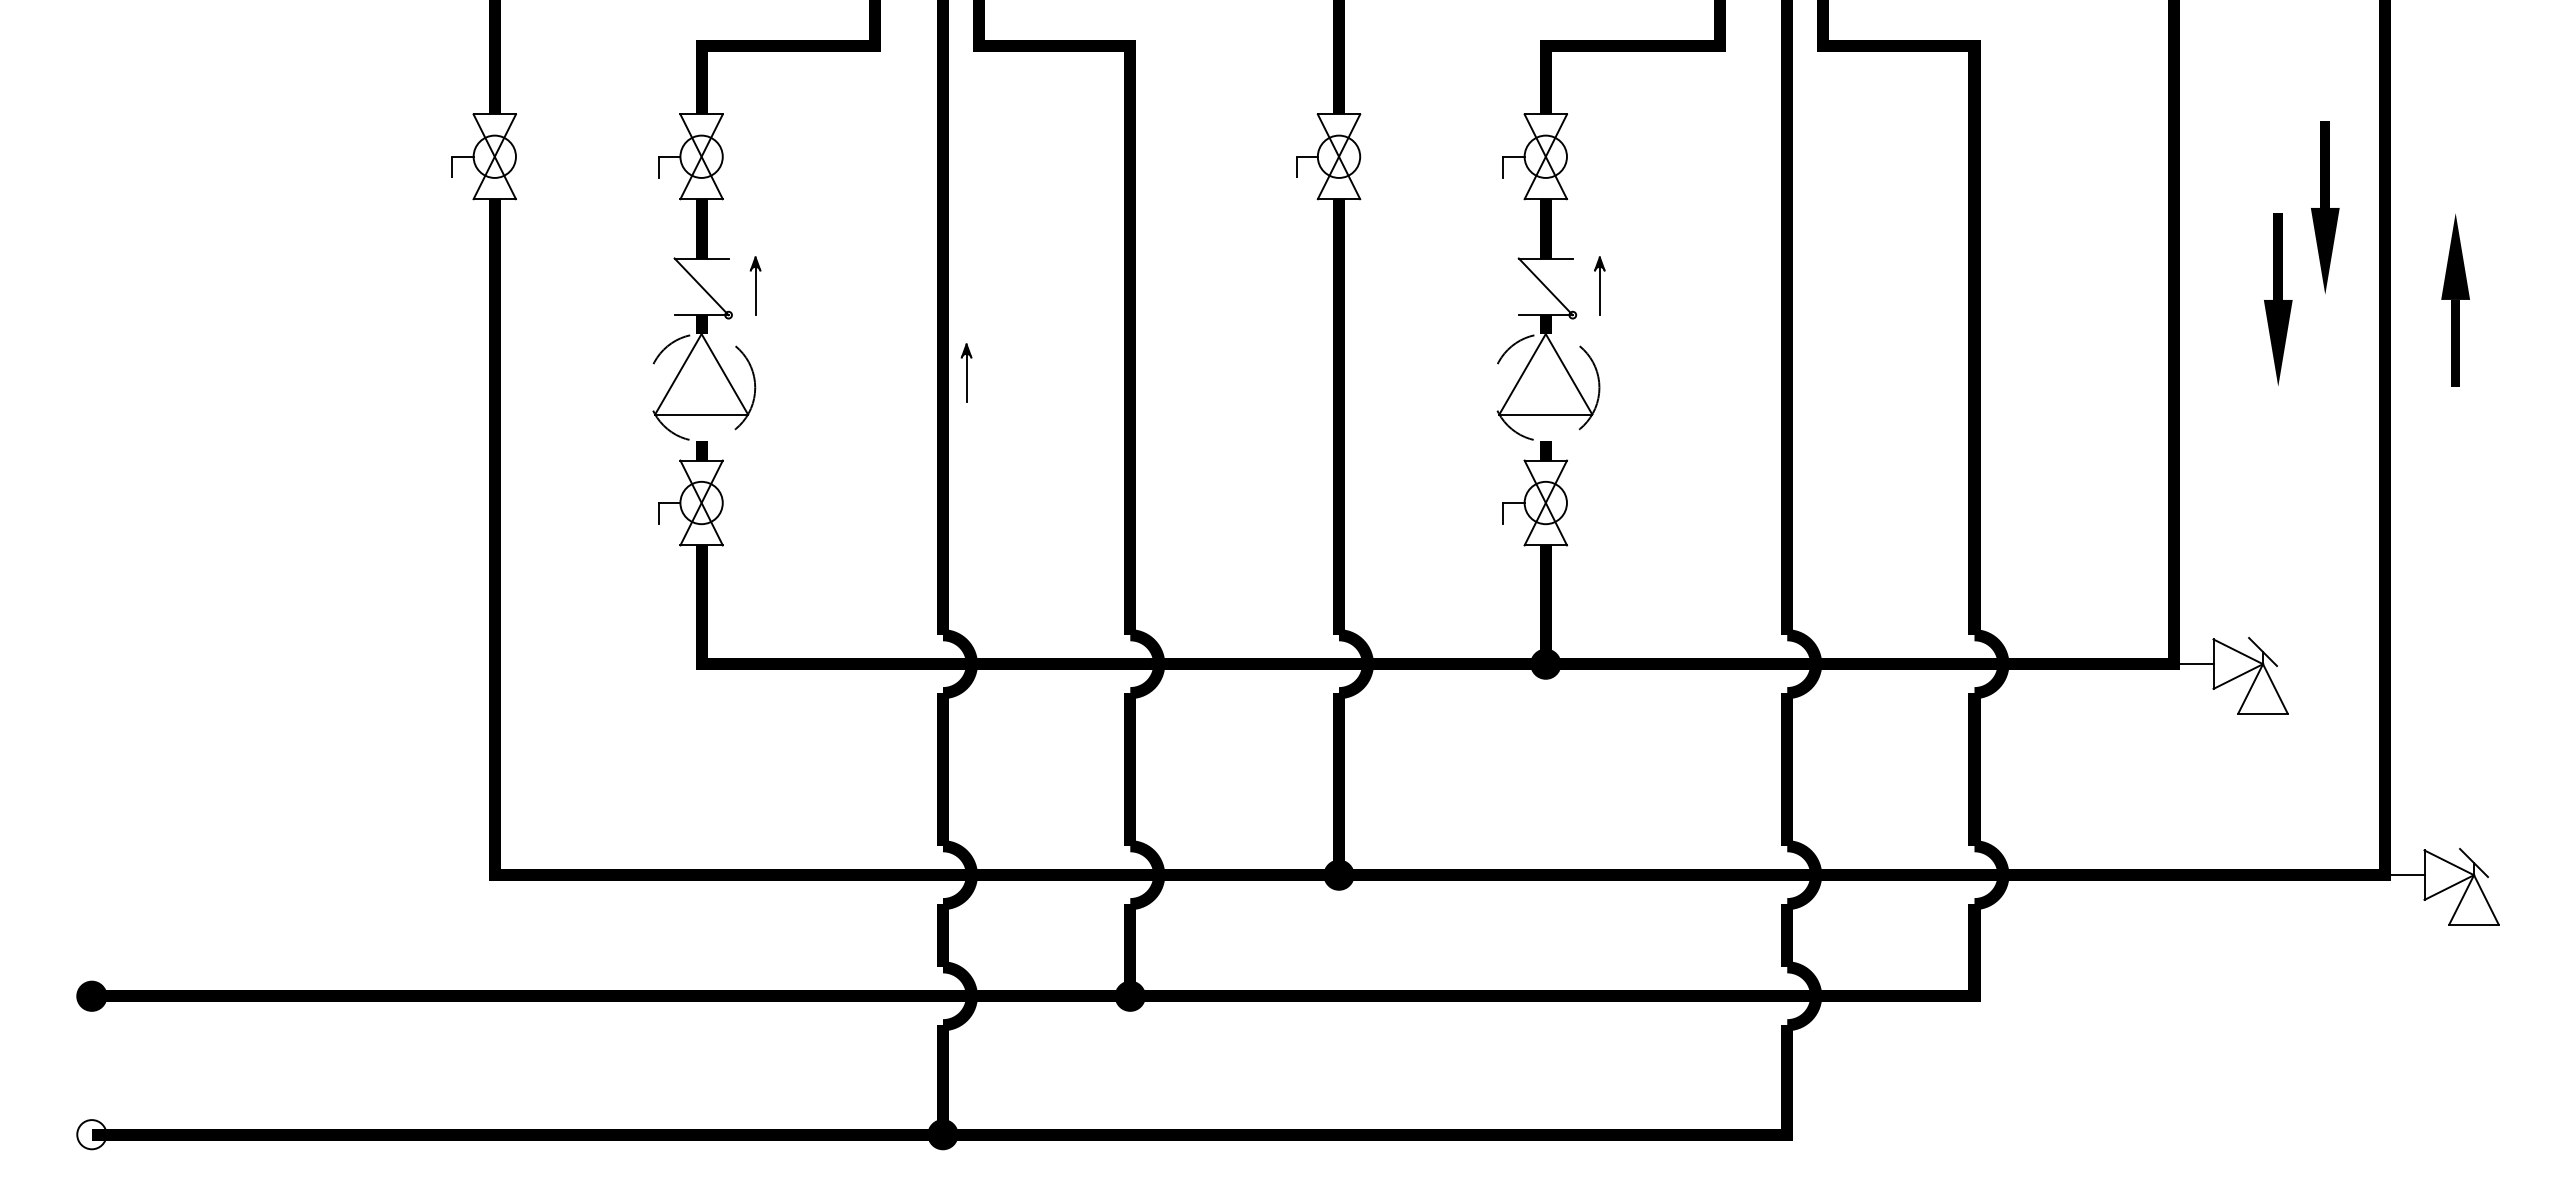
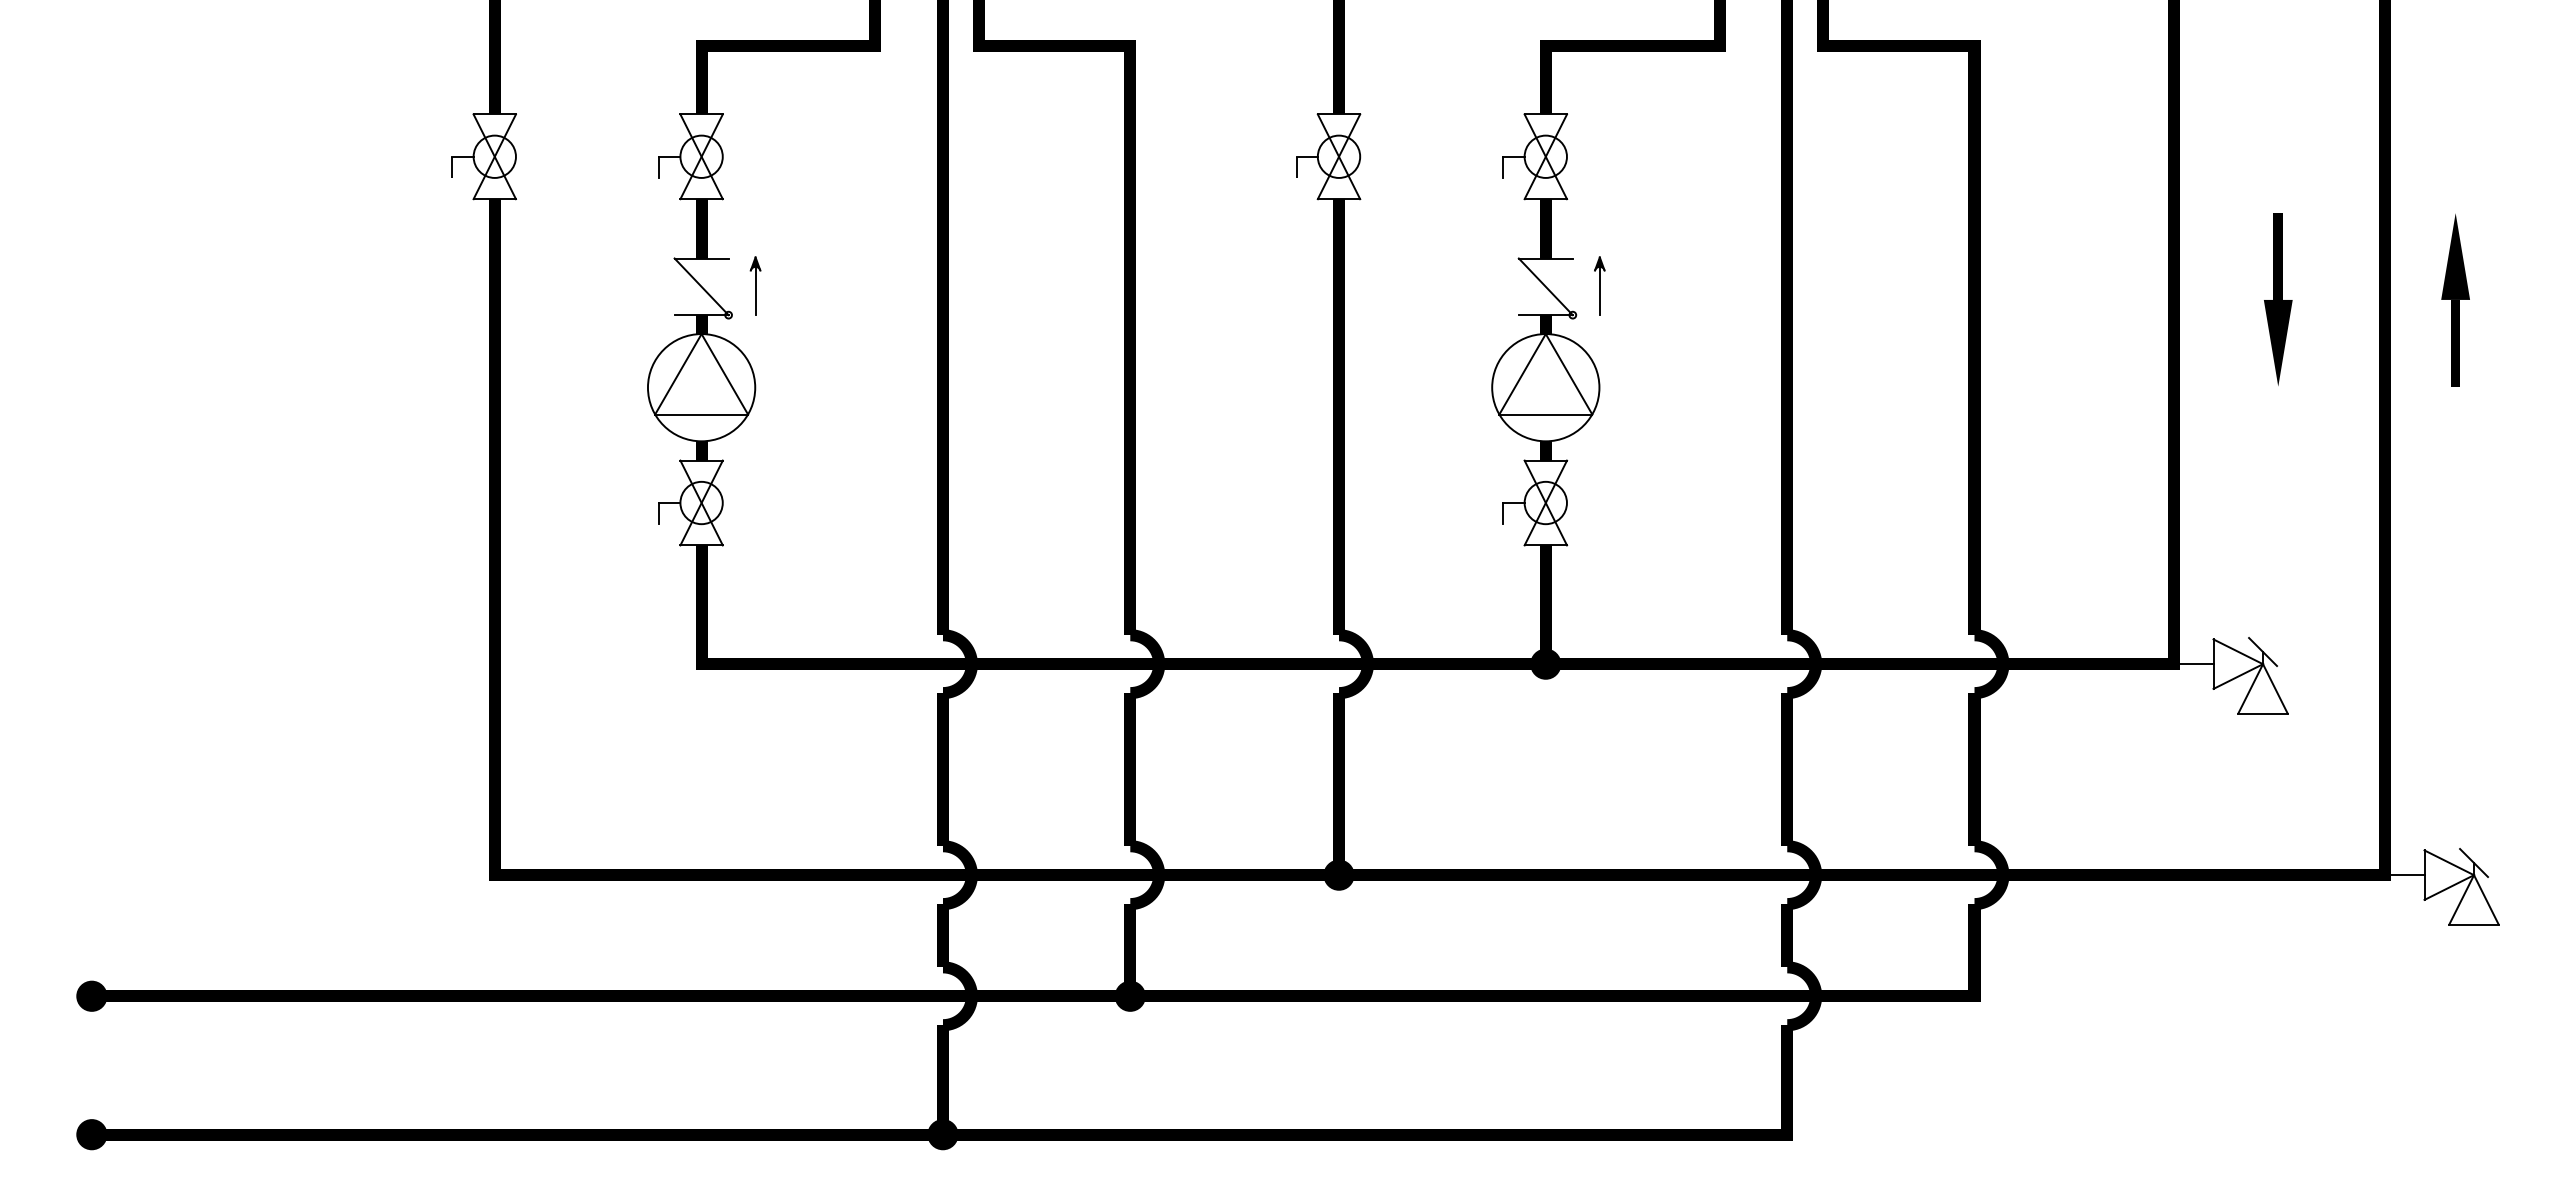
part at (2325, 207): present -> none
part at (966, 372): present -> none
circle at (701, 387): dashed -> solid
circle at (1545, 387): dashed -> solid
fill at (91, 1134): none -> present
